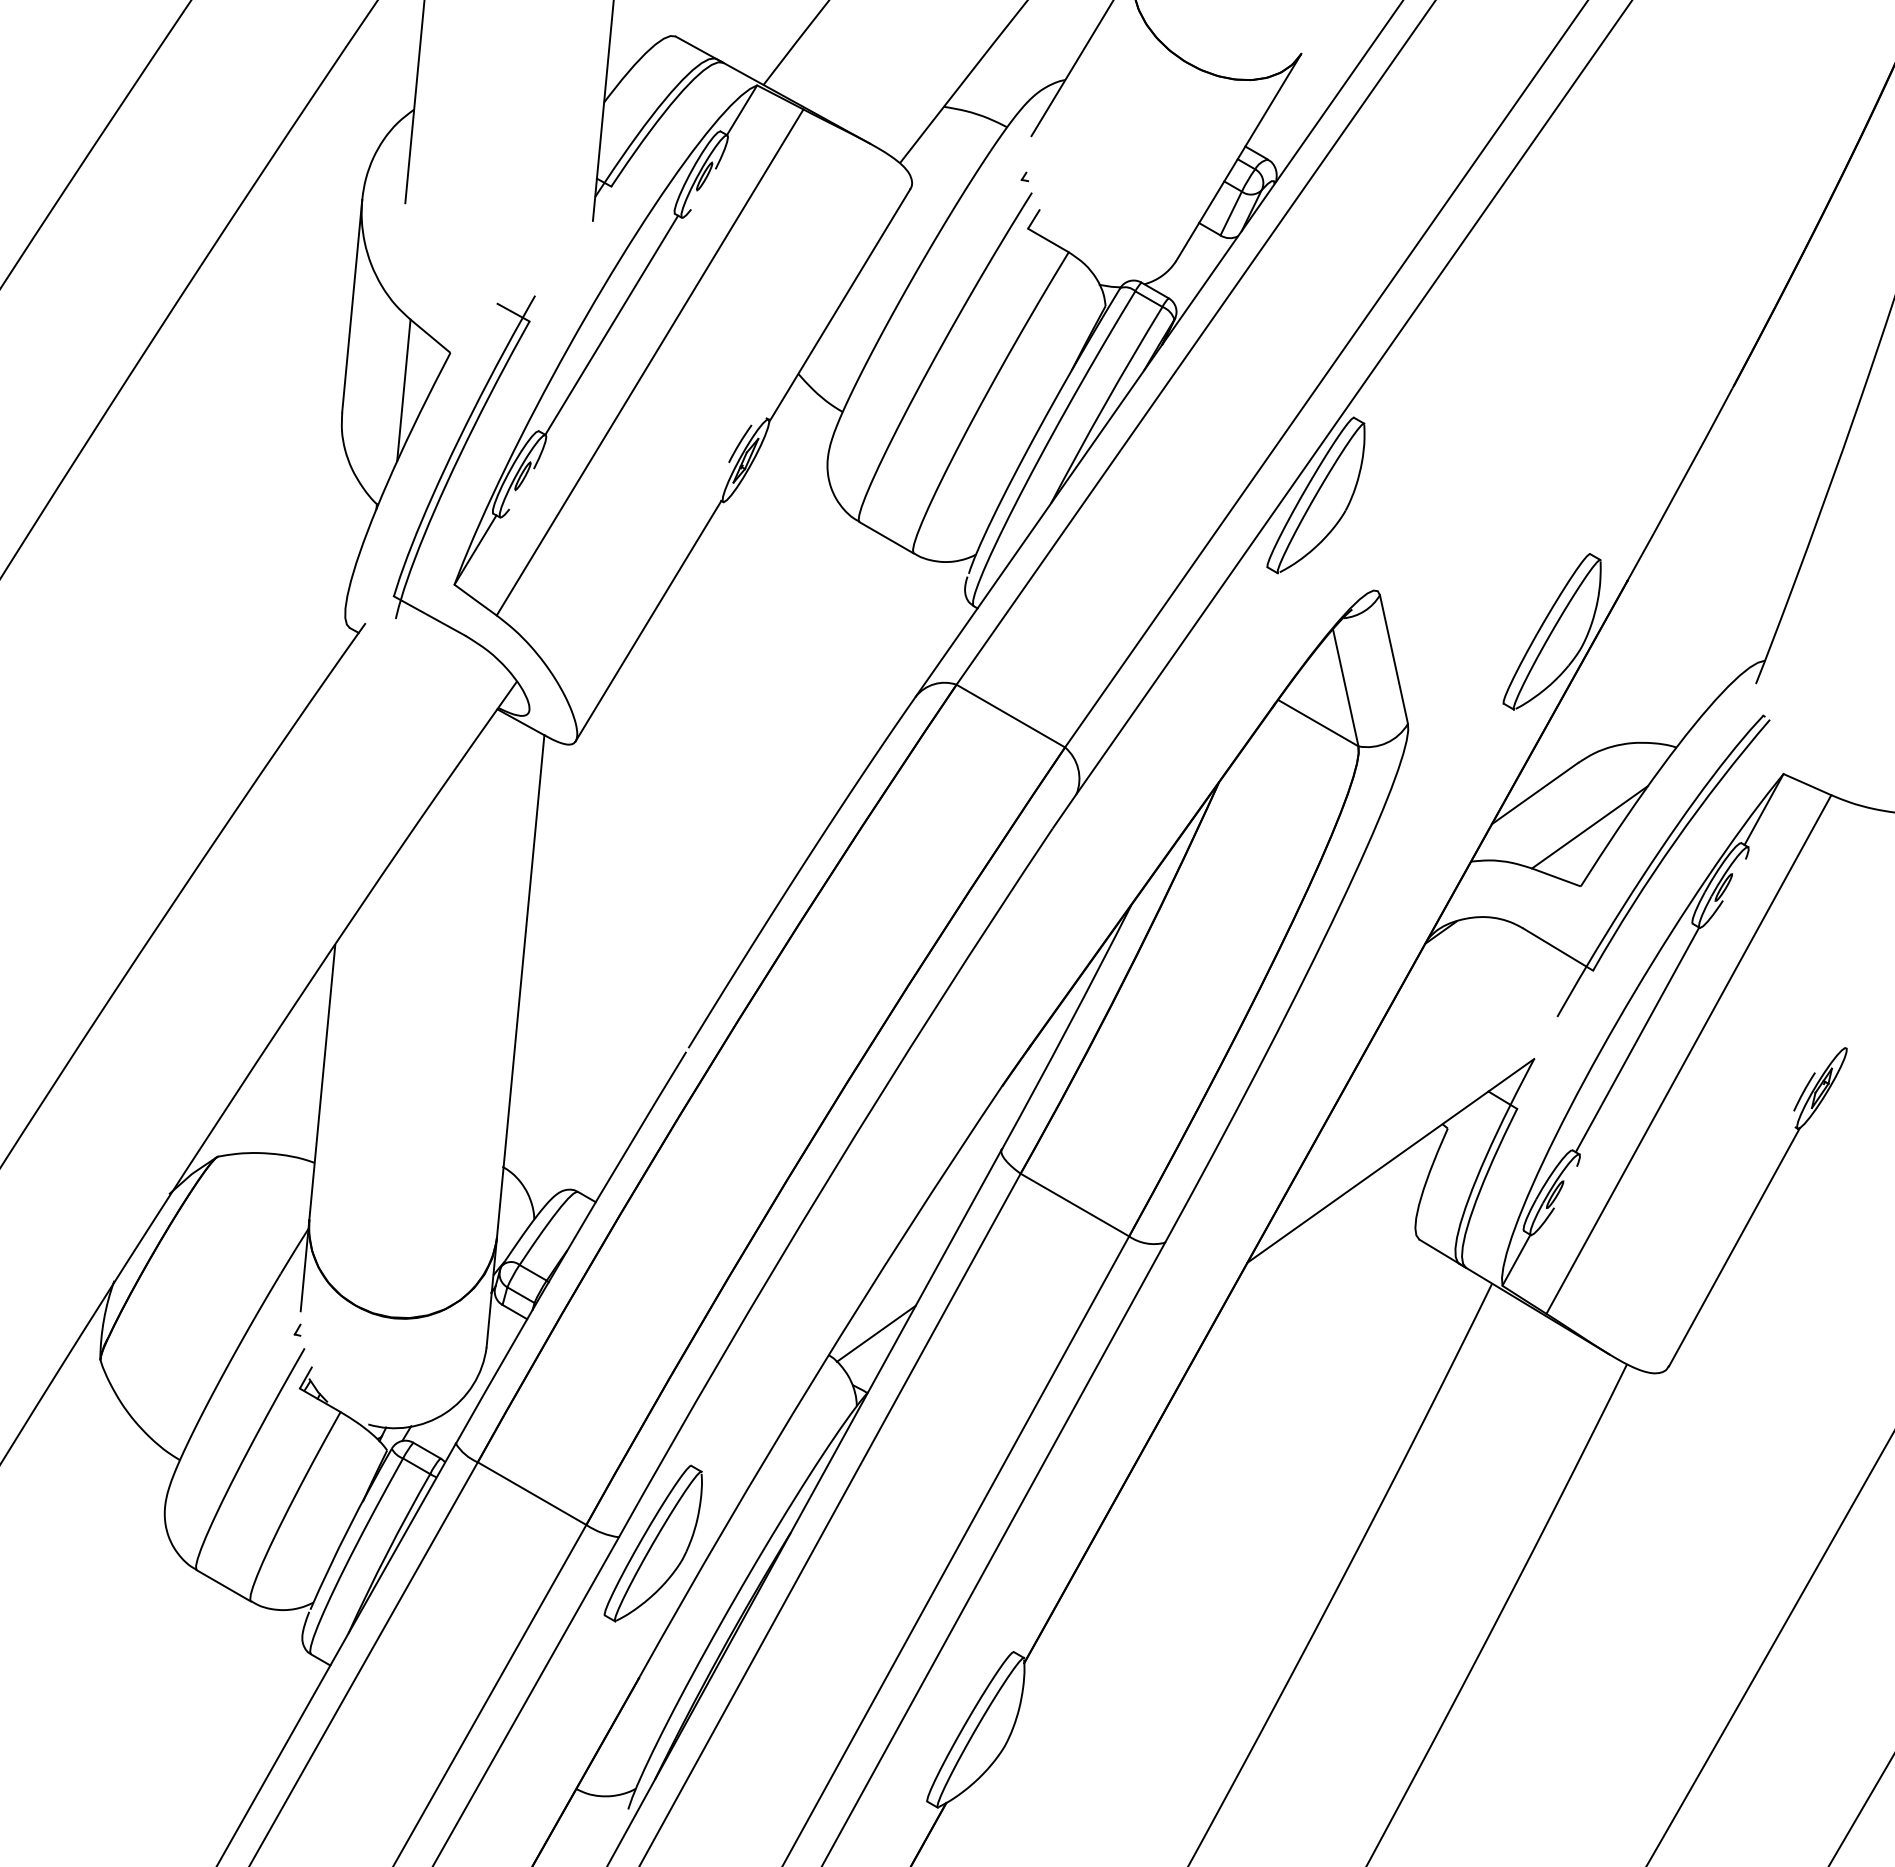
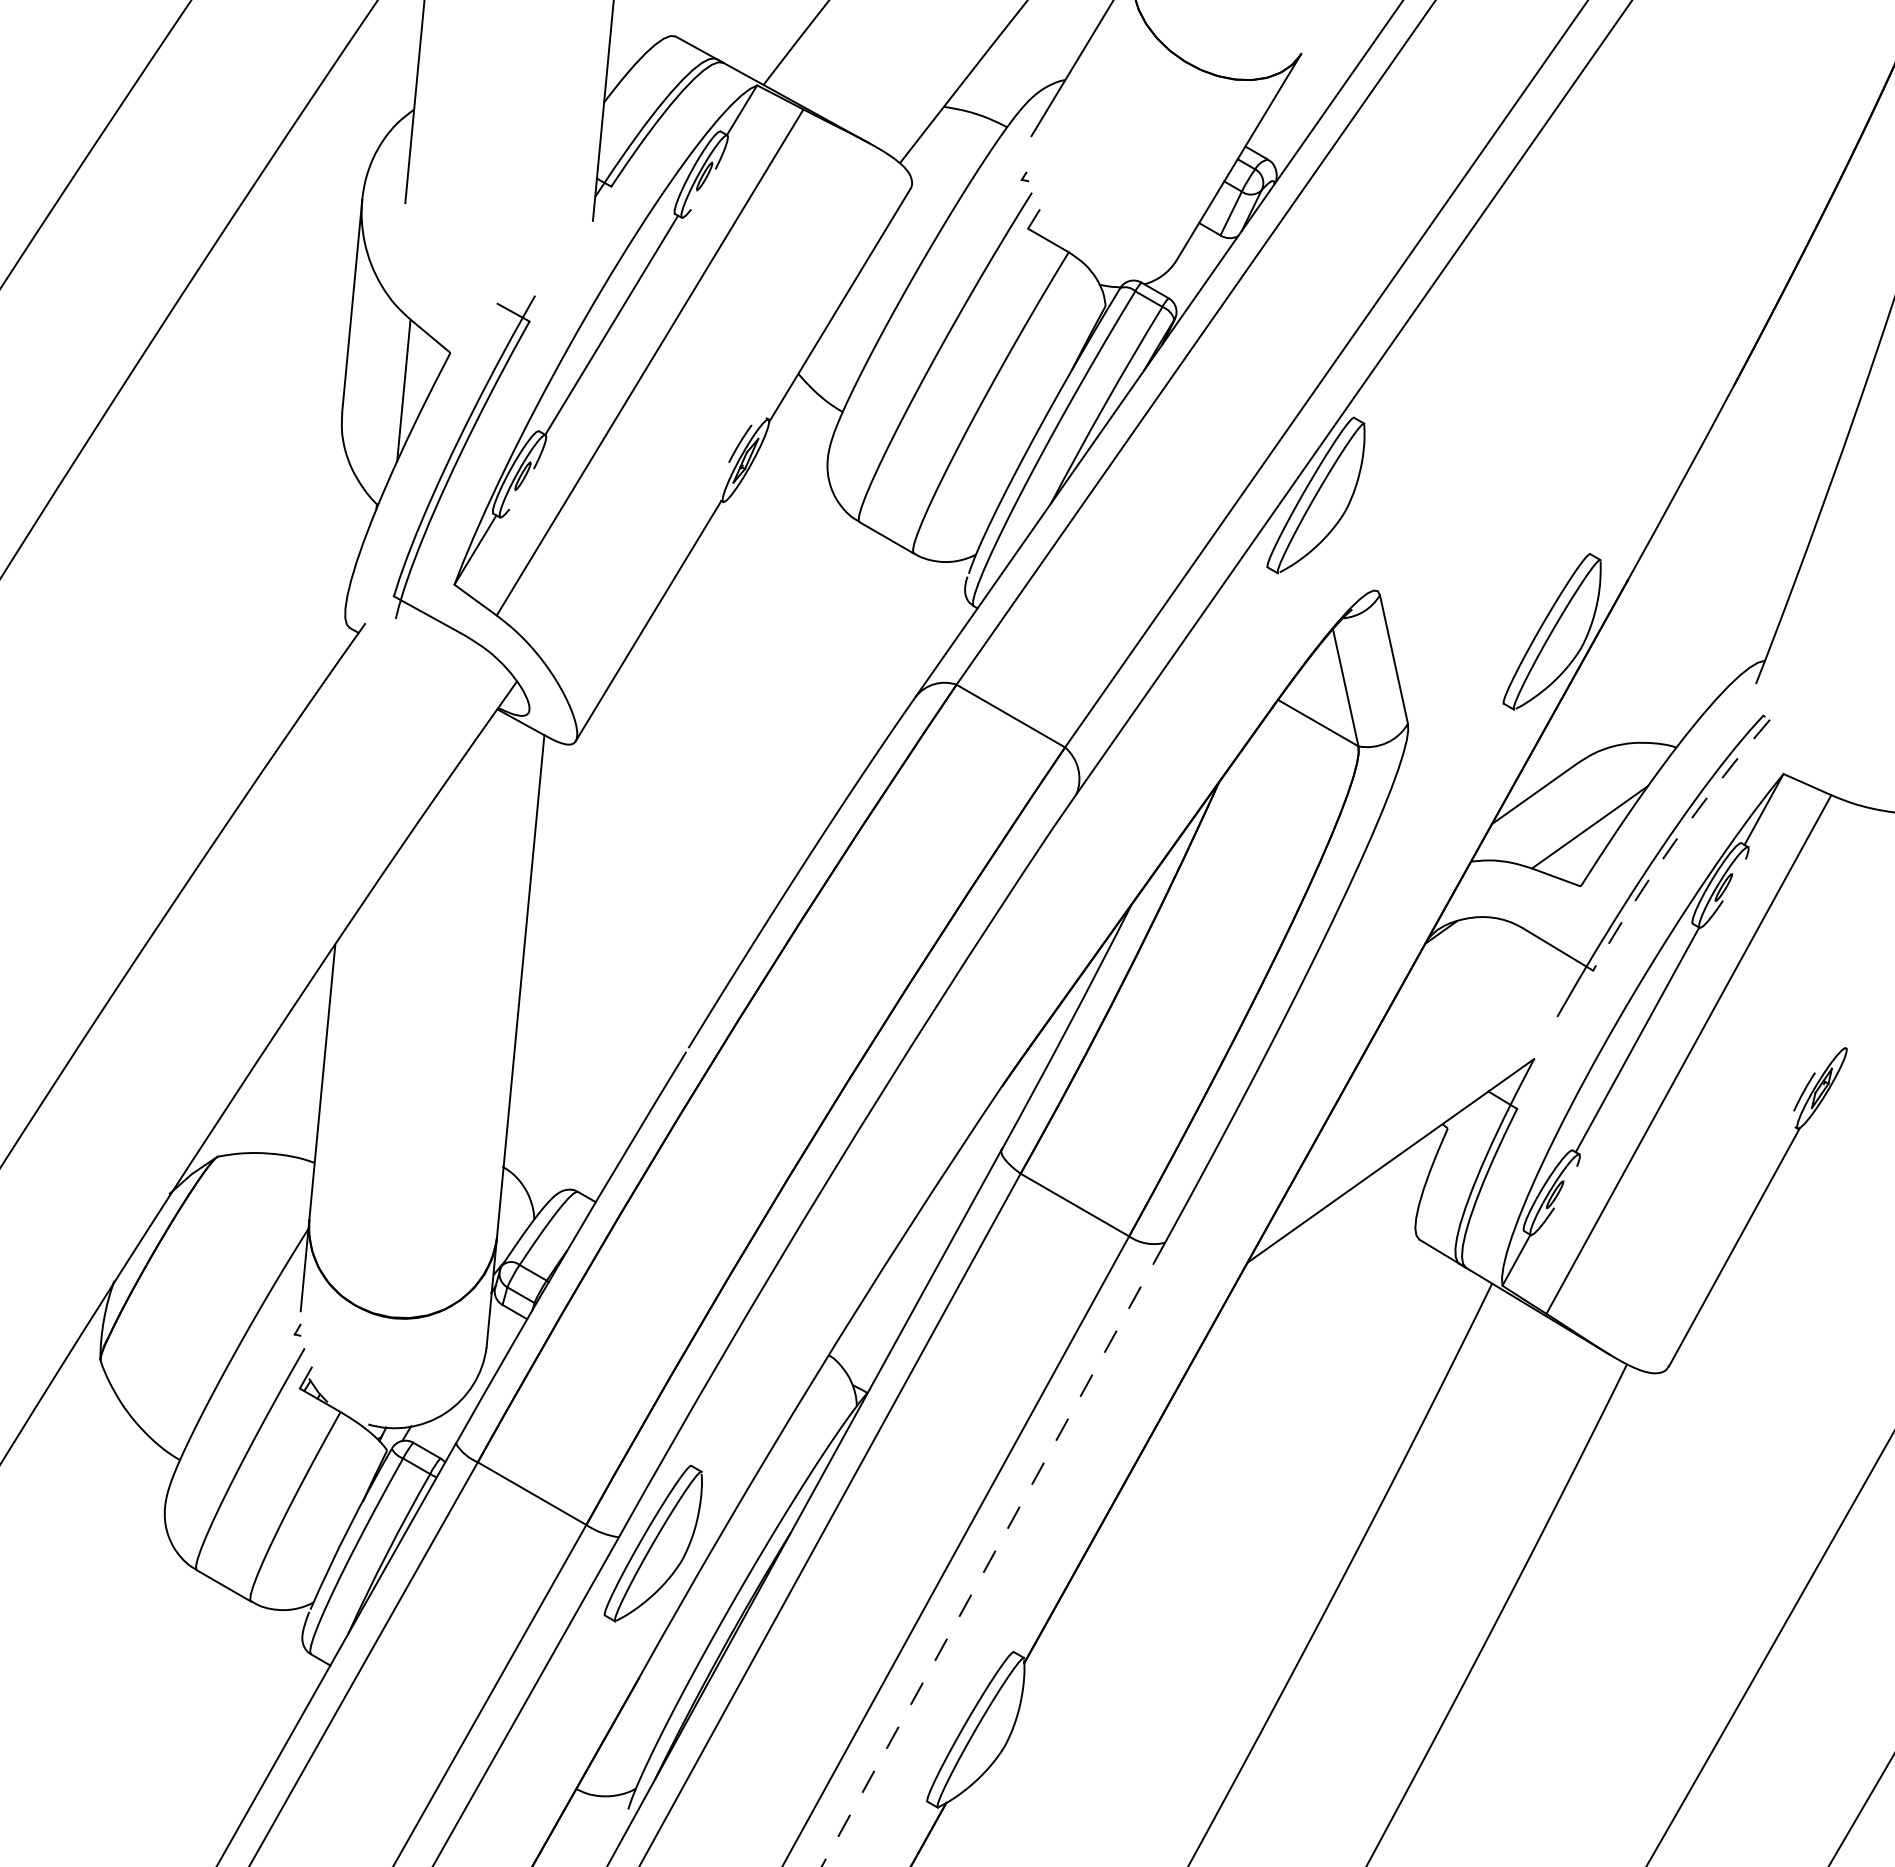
arc at (1675, 840): solid -> dashed
line at (875, 1333): present -> none
line at (993, 1554): solid -> dashed
